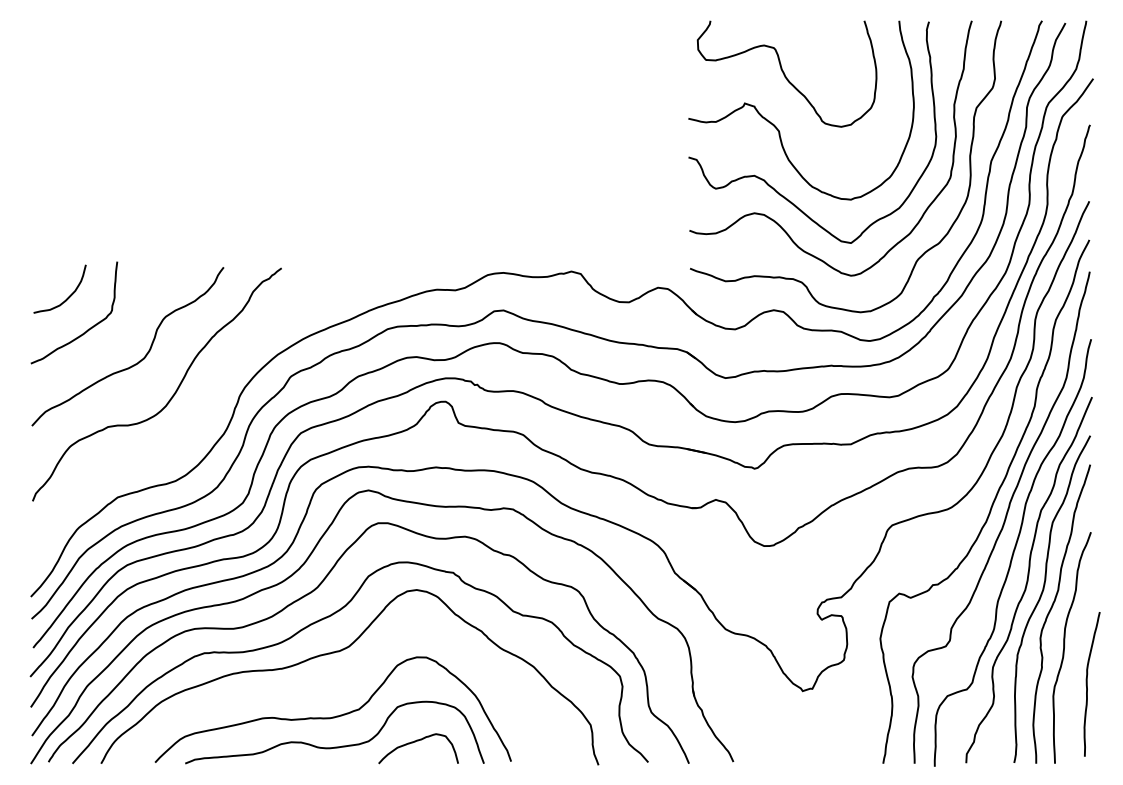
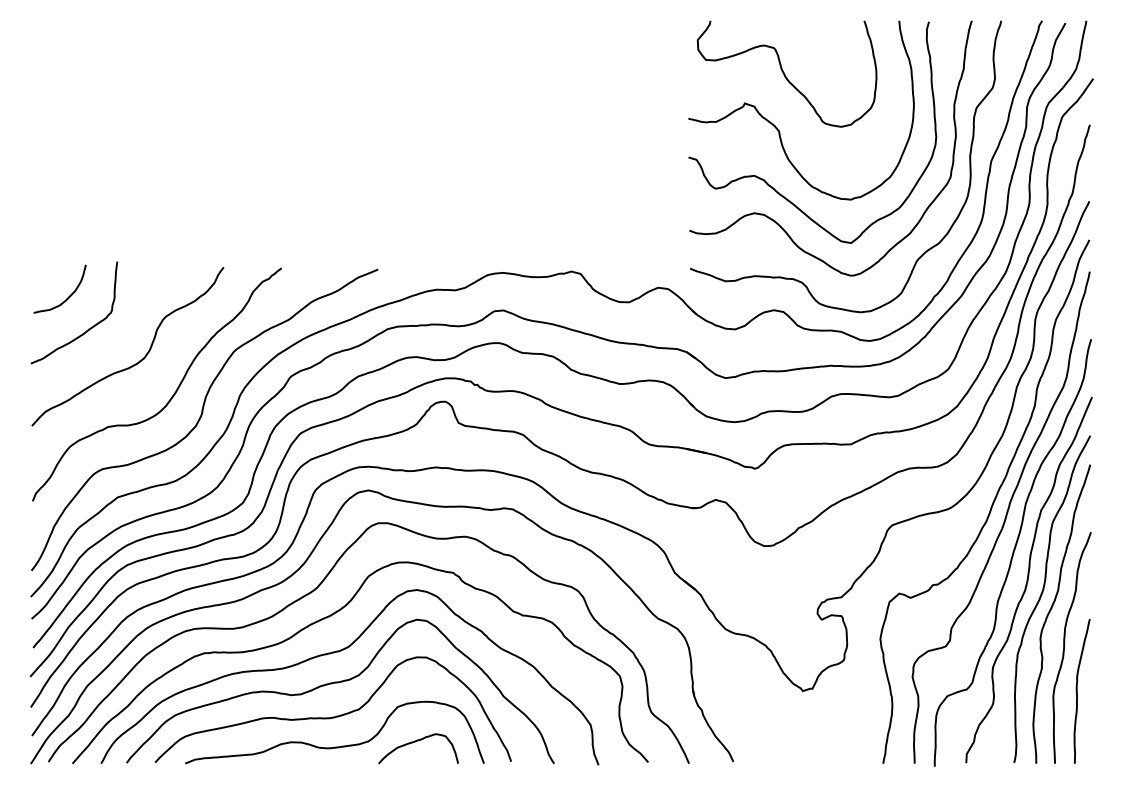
curve at (201, 417): none -> present
curve at (338, 683): none -> present
curve at (1087, 684) position: (1087, 684) -> (1077, 691)
